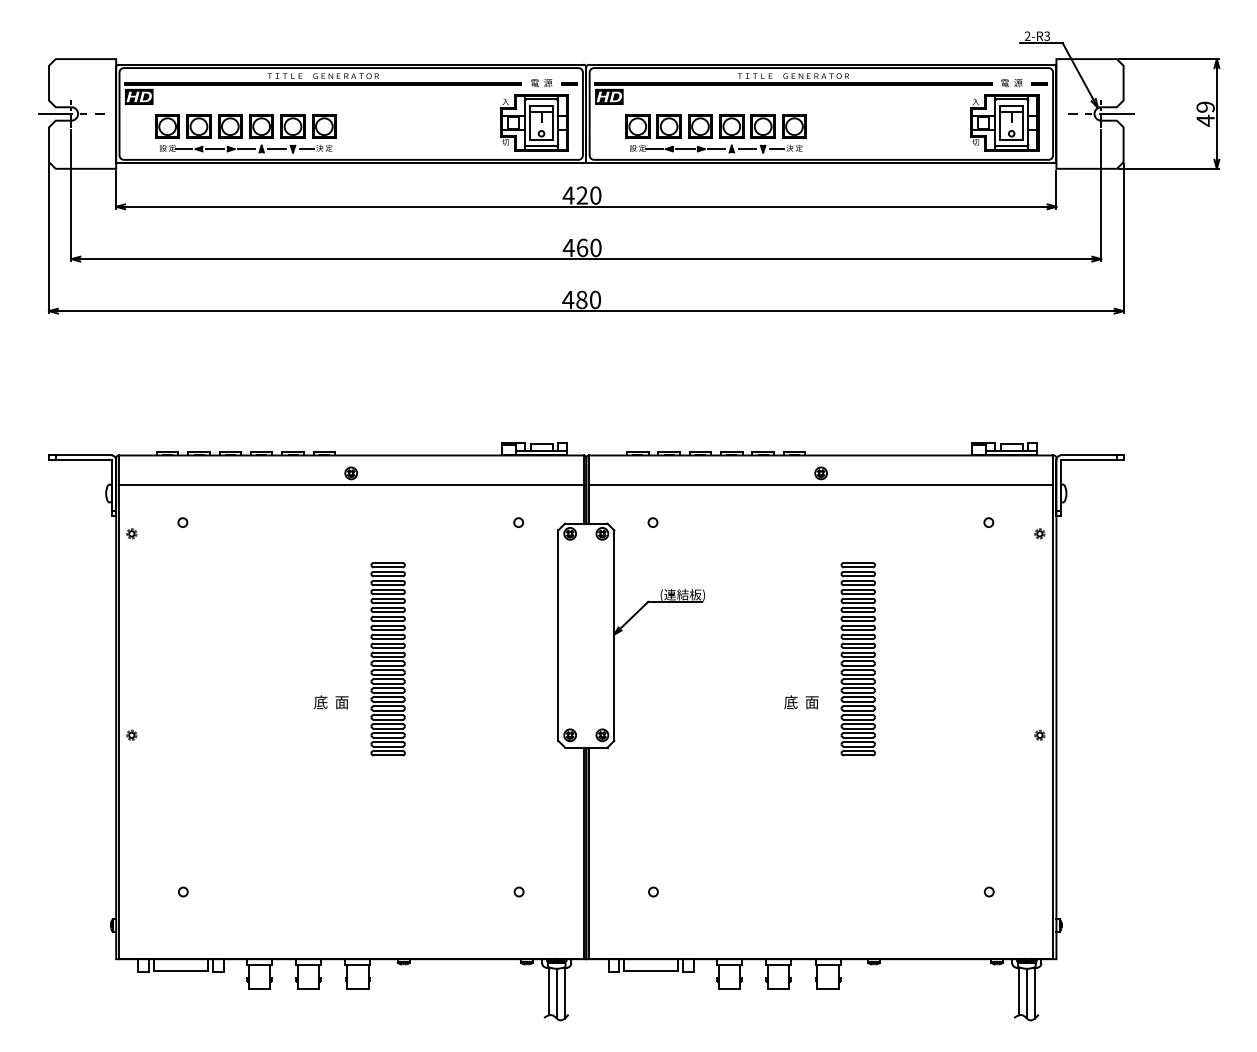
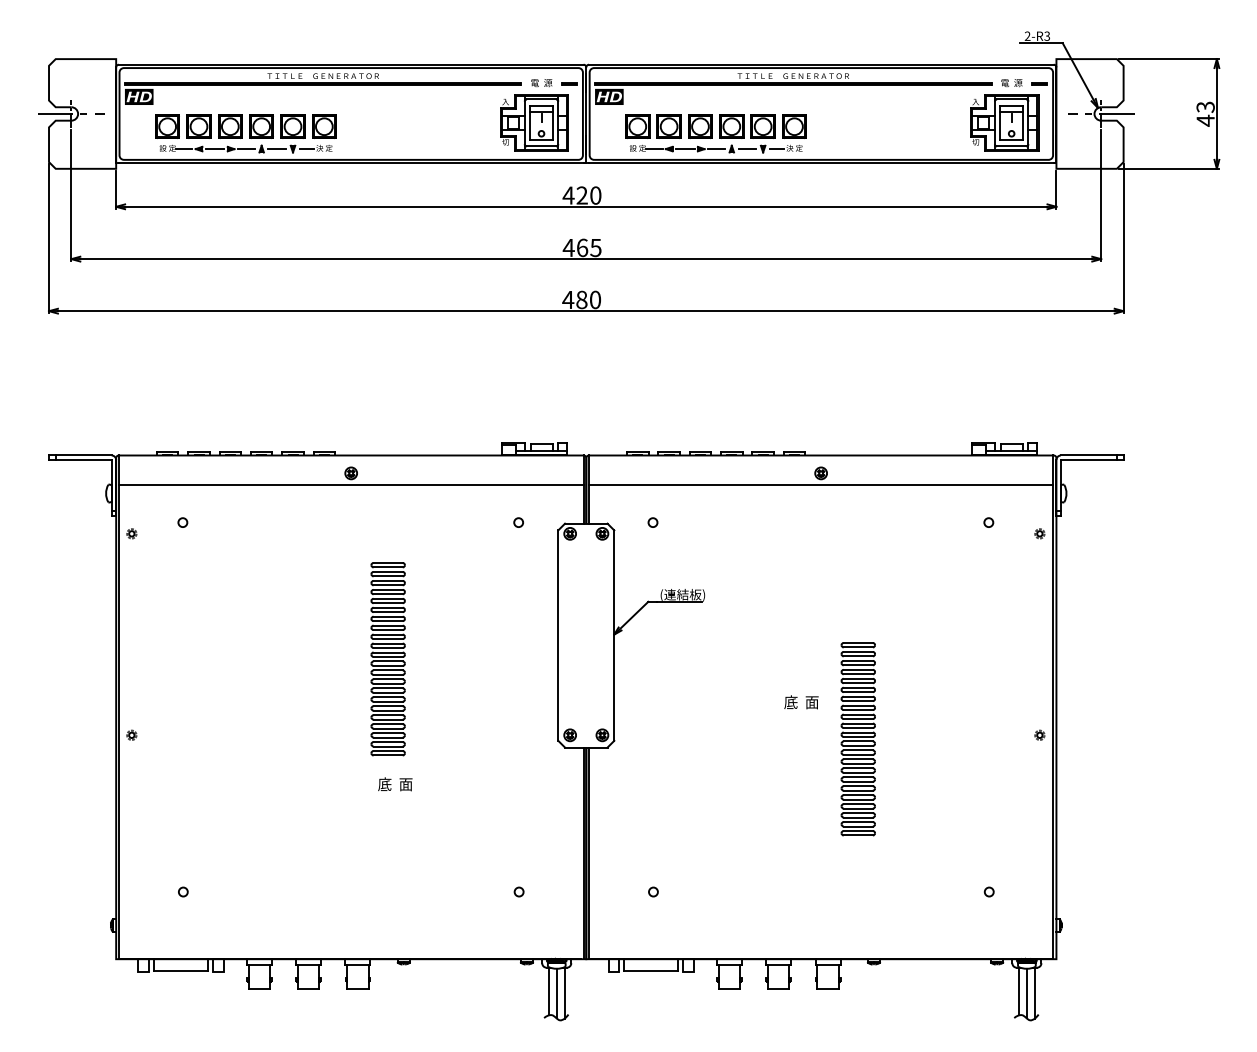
text at (1205, 106): 49 -> 43
text at (595, 247): 460 -> 465
part at (857, 659) position: (857, 659) -> (857, 739)
text at (331, 702) position: (331, 702) -> (395, 784)
